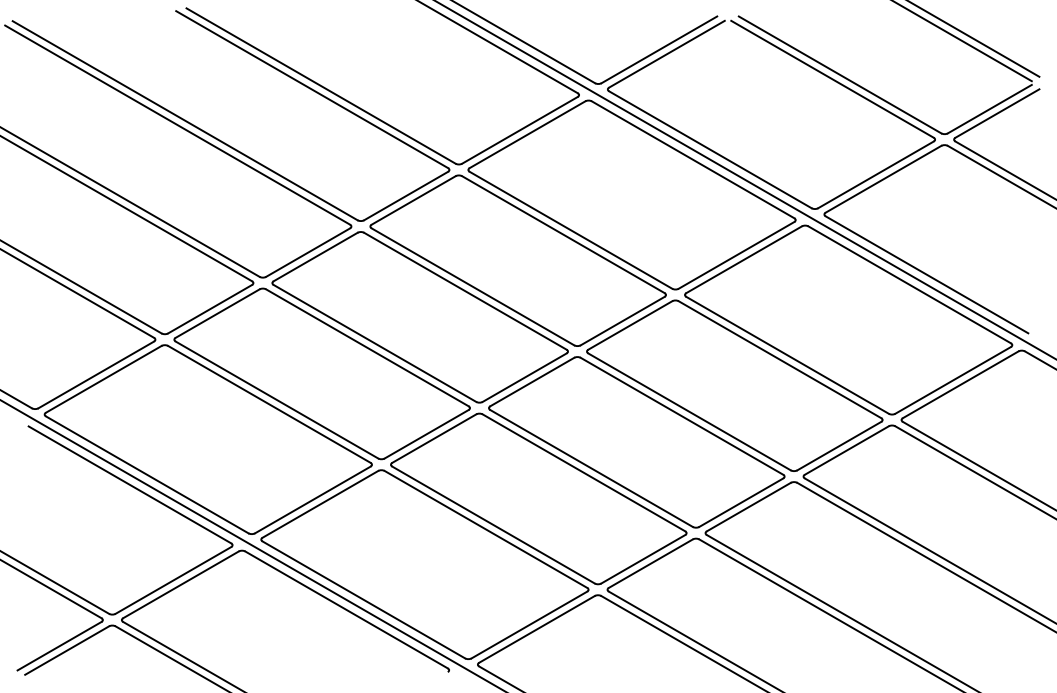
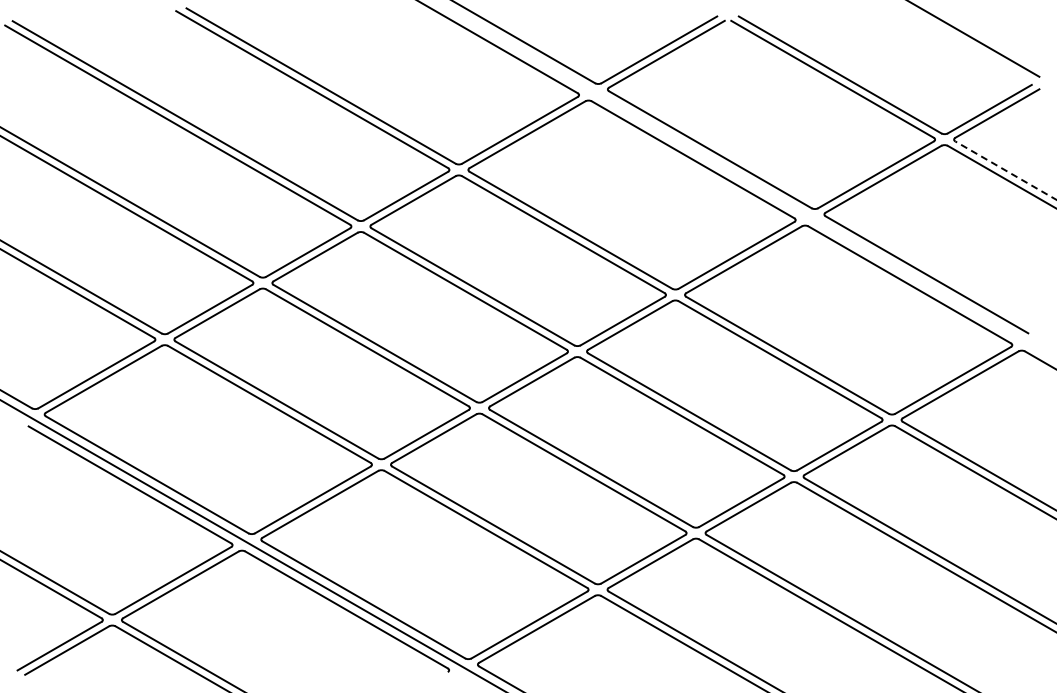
line at (963, 41): present -> none
line at (1005, 170): solid -> dashed
line at (745, 179): present -> none
